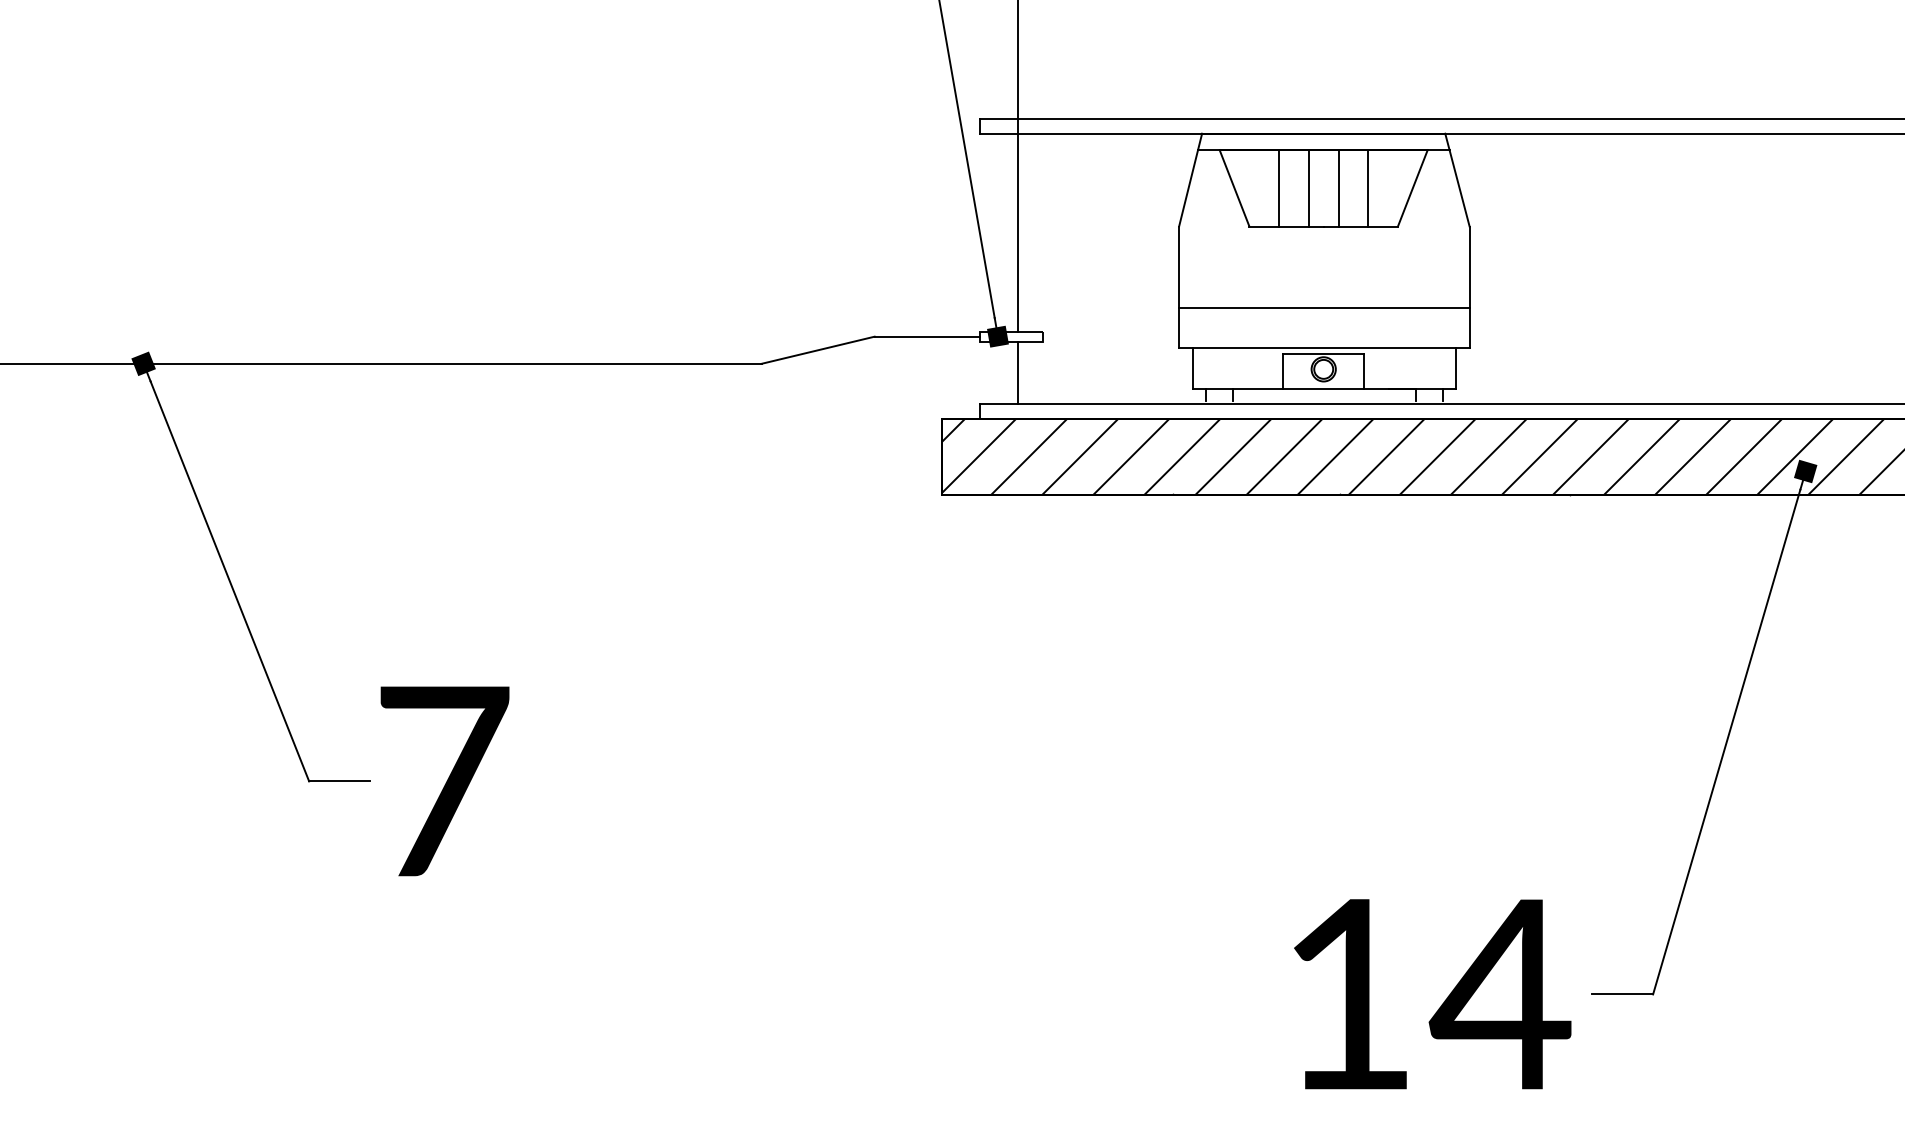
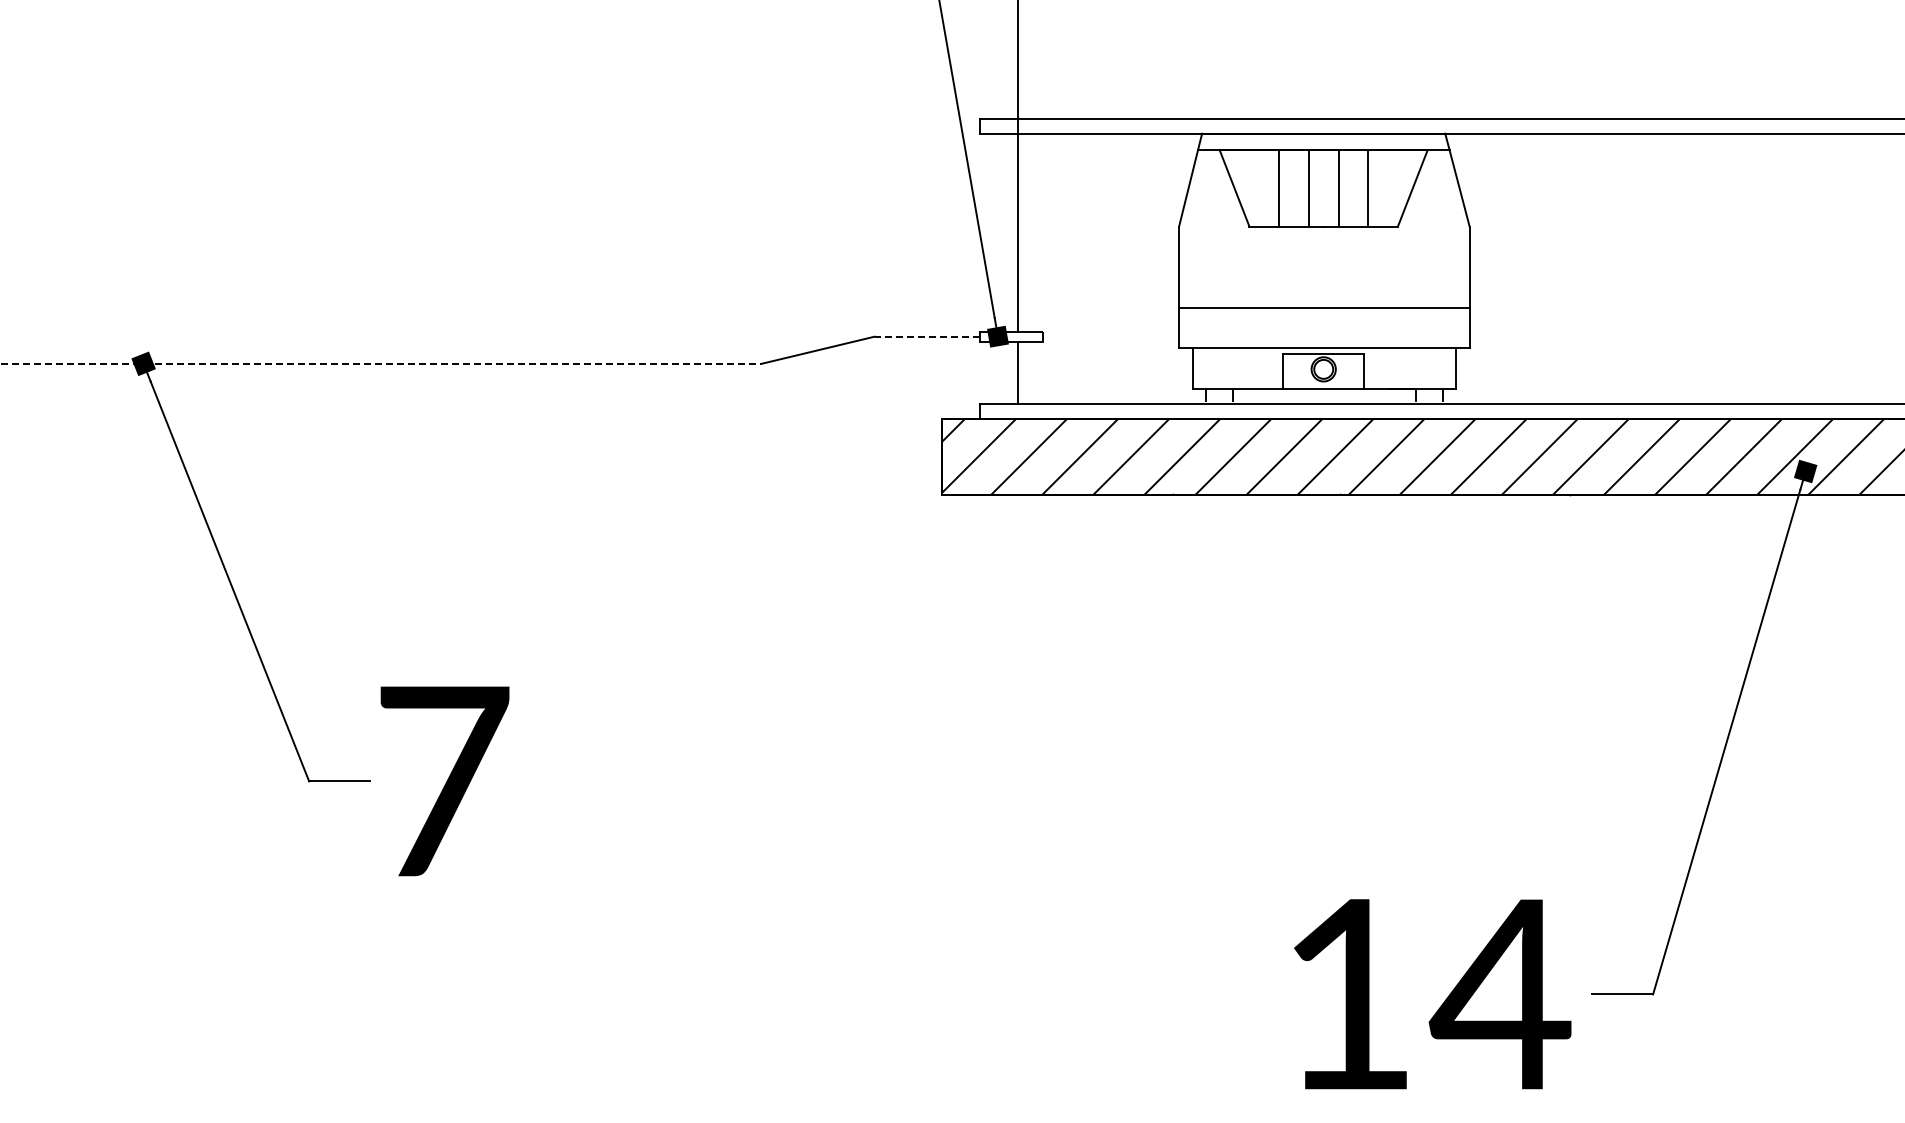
line at (927, 336): solid -> dashed
line at (381, 363): solid -> dashed
